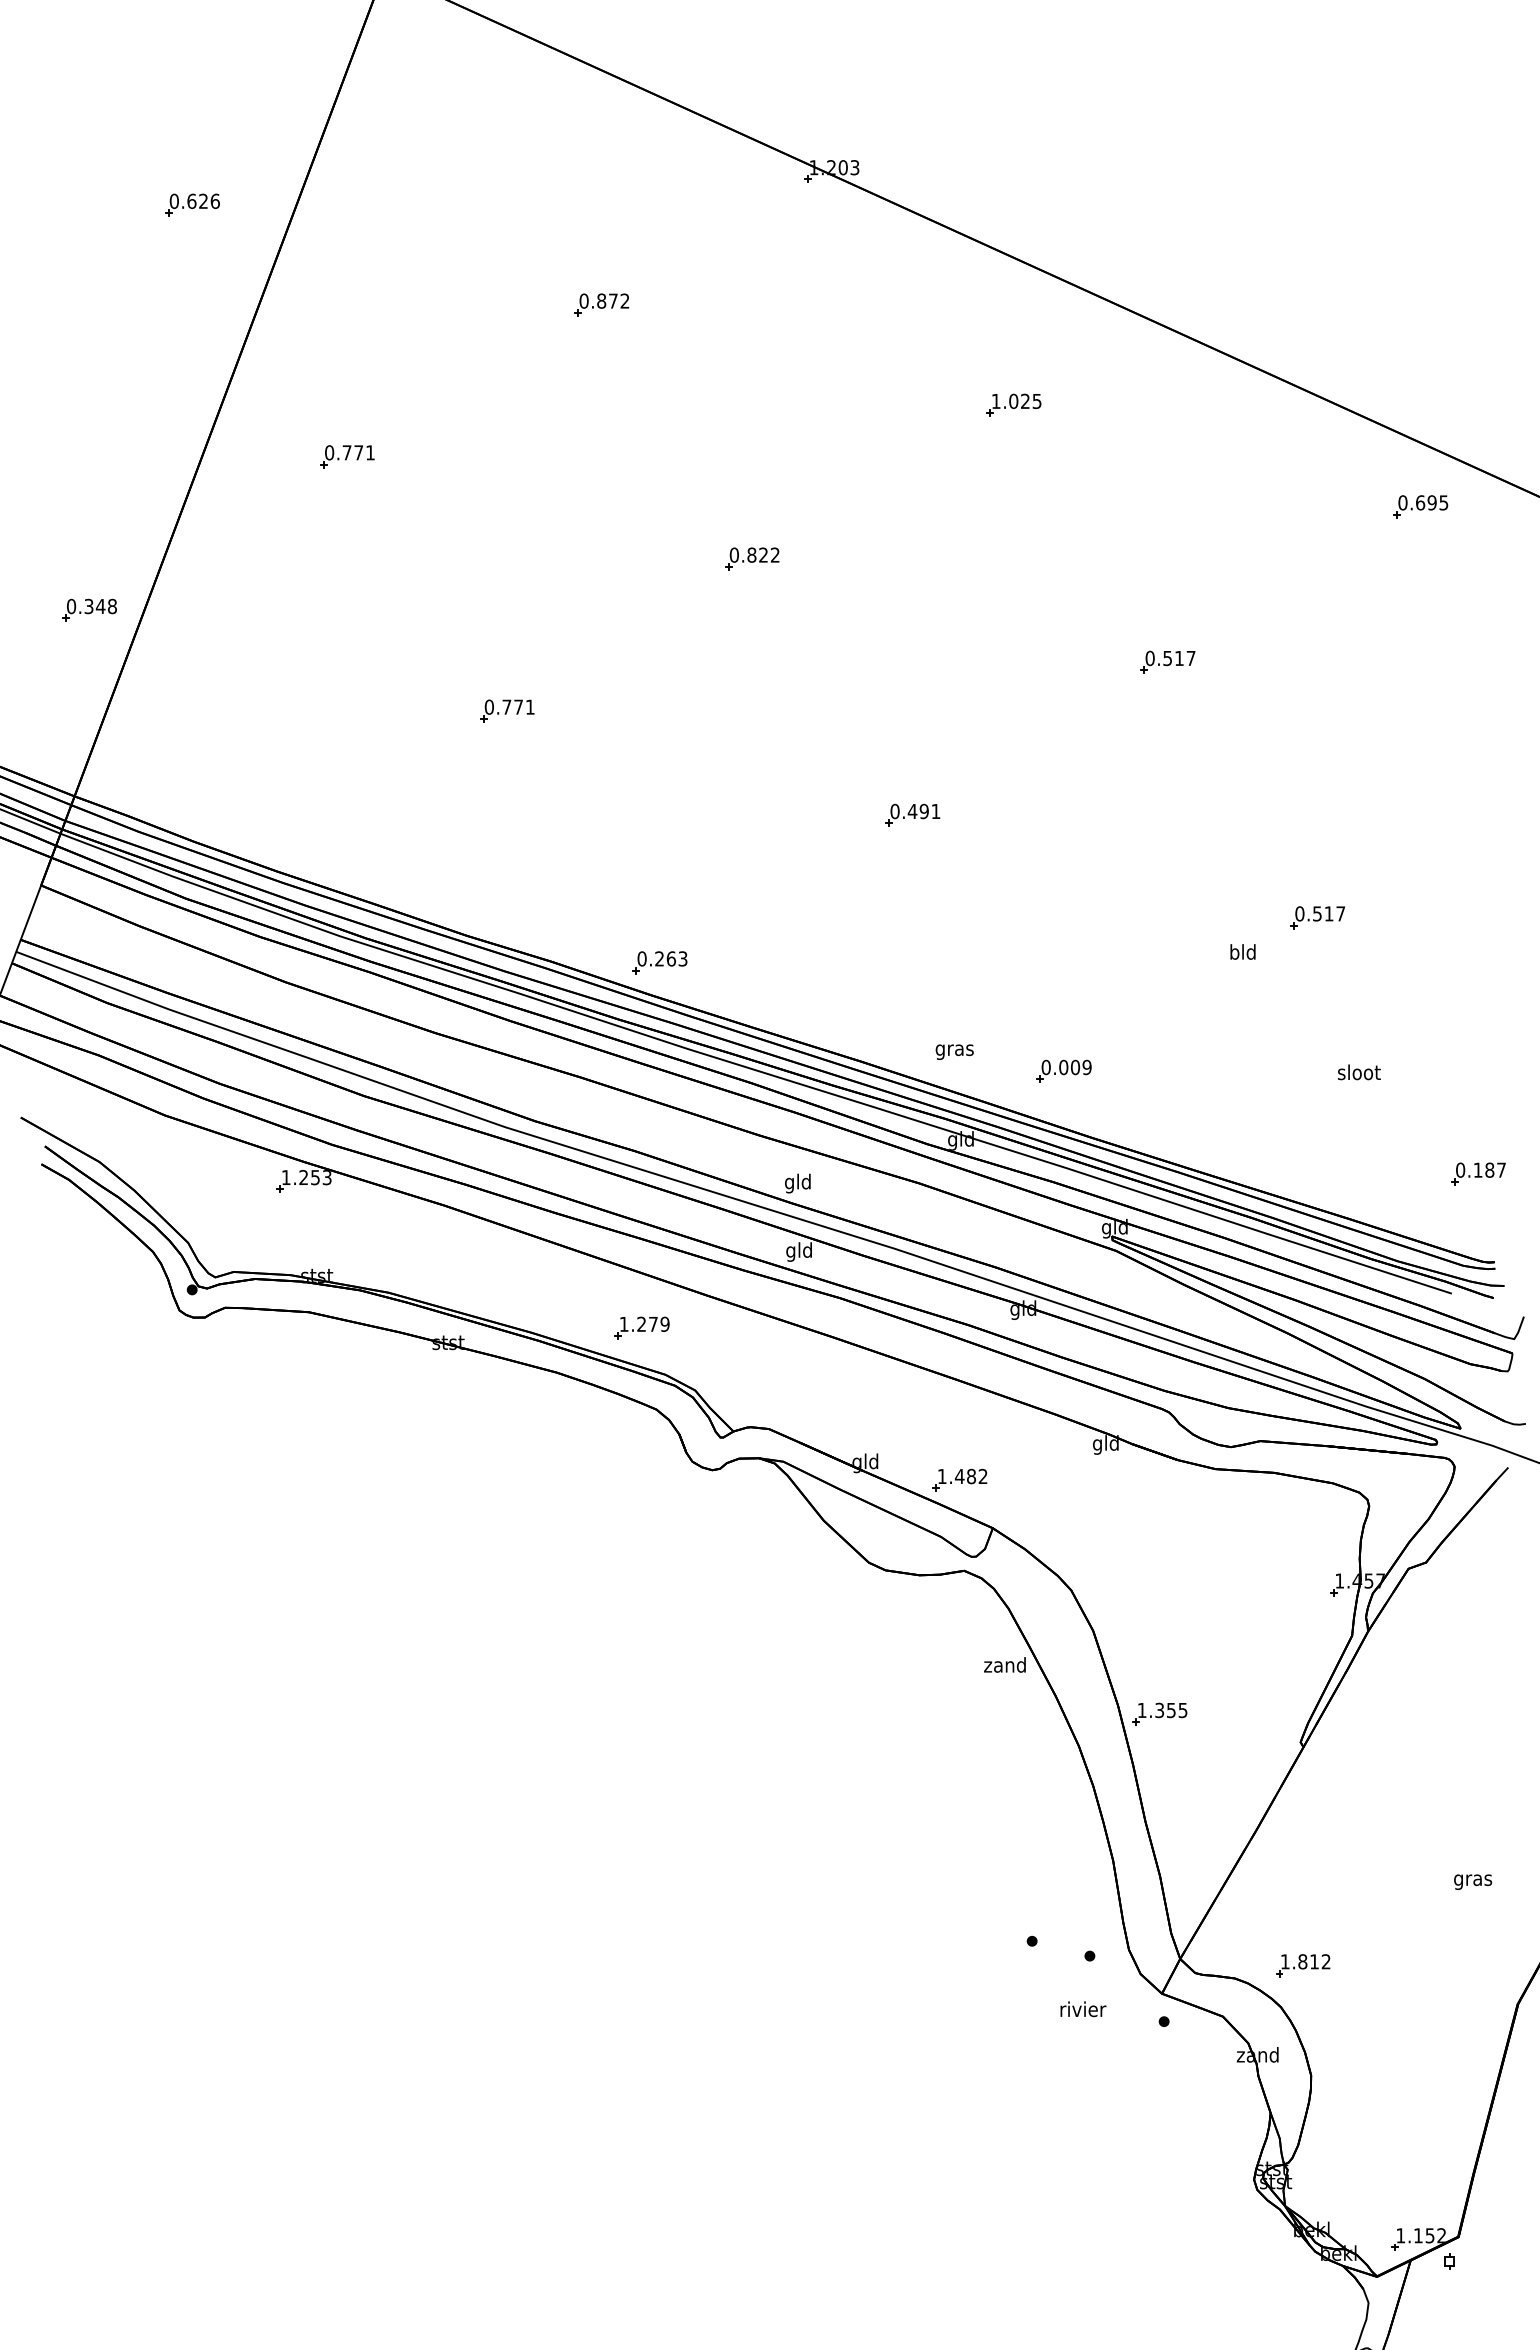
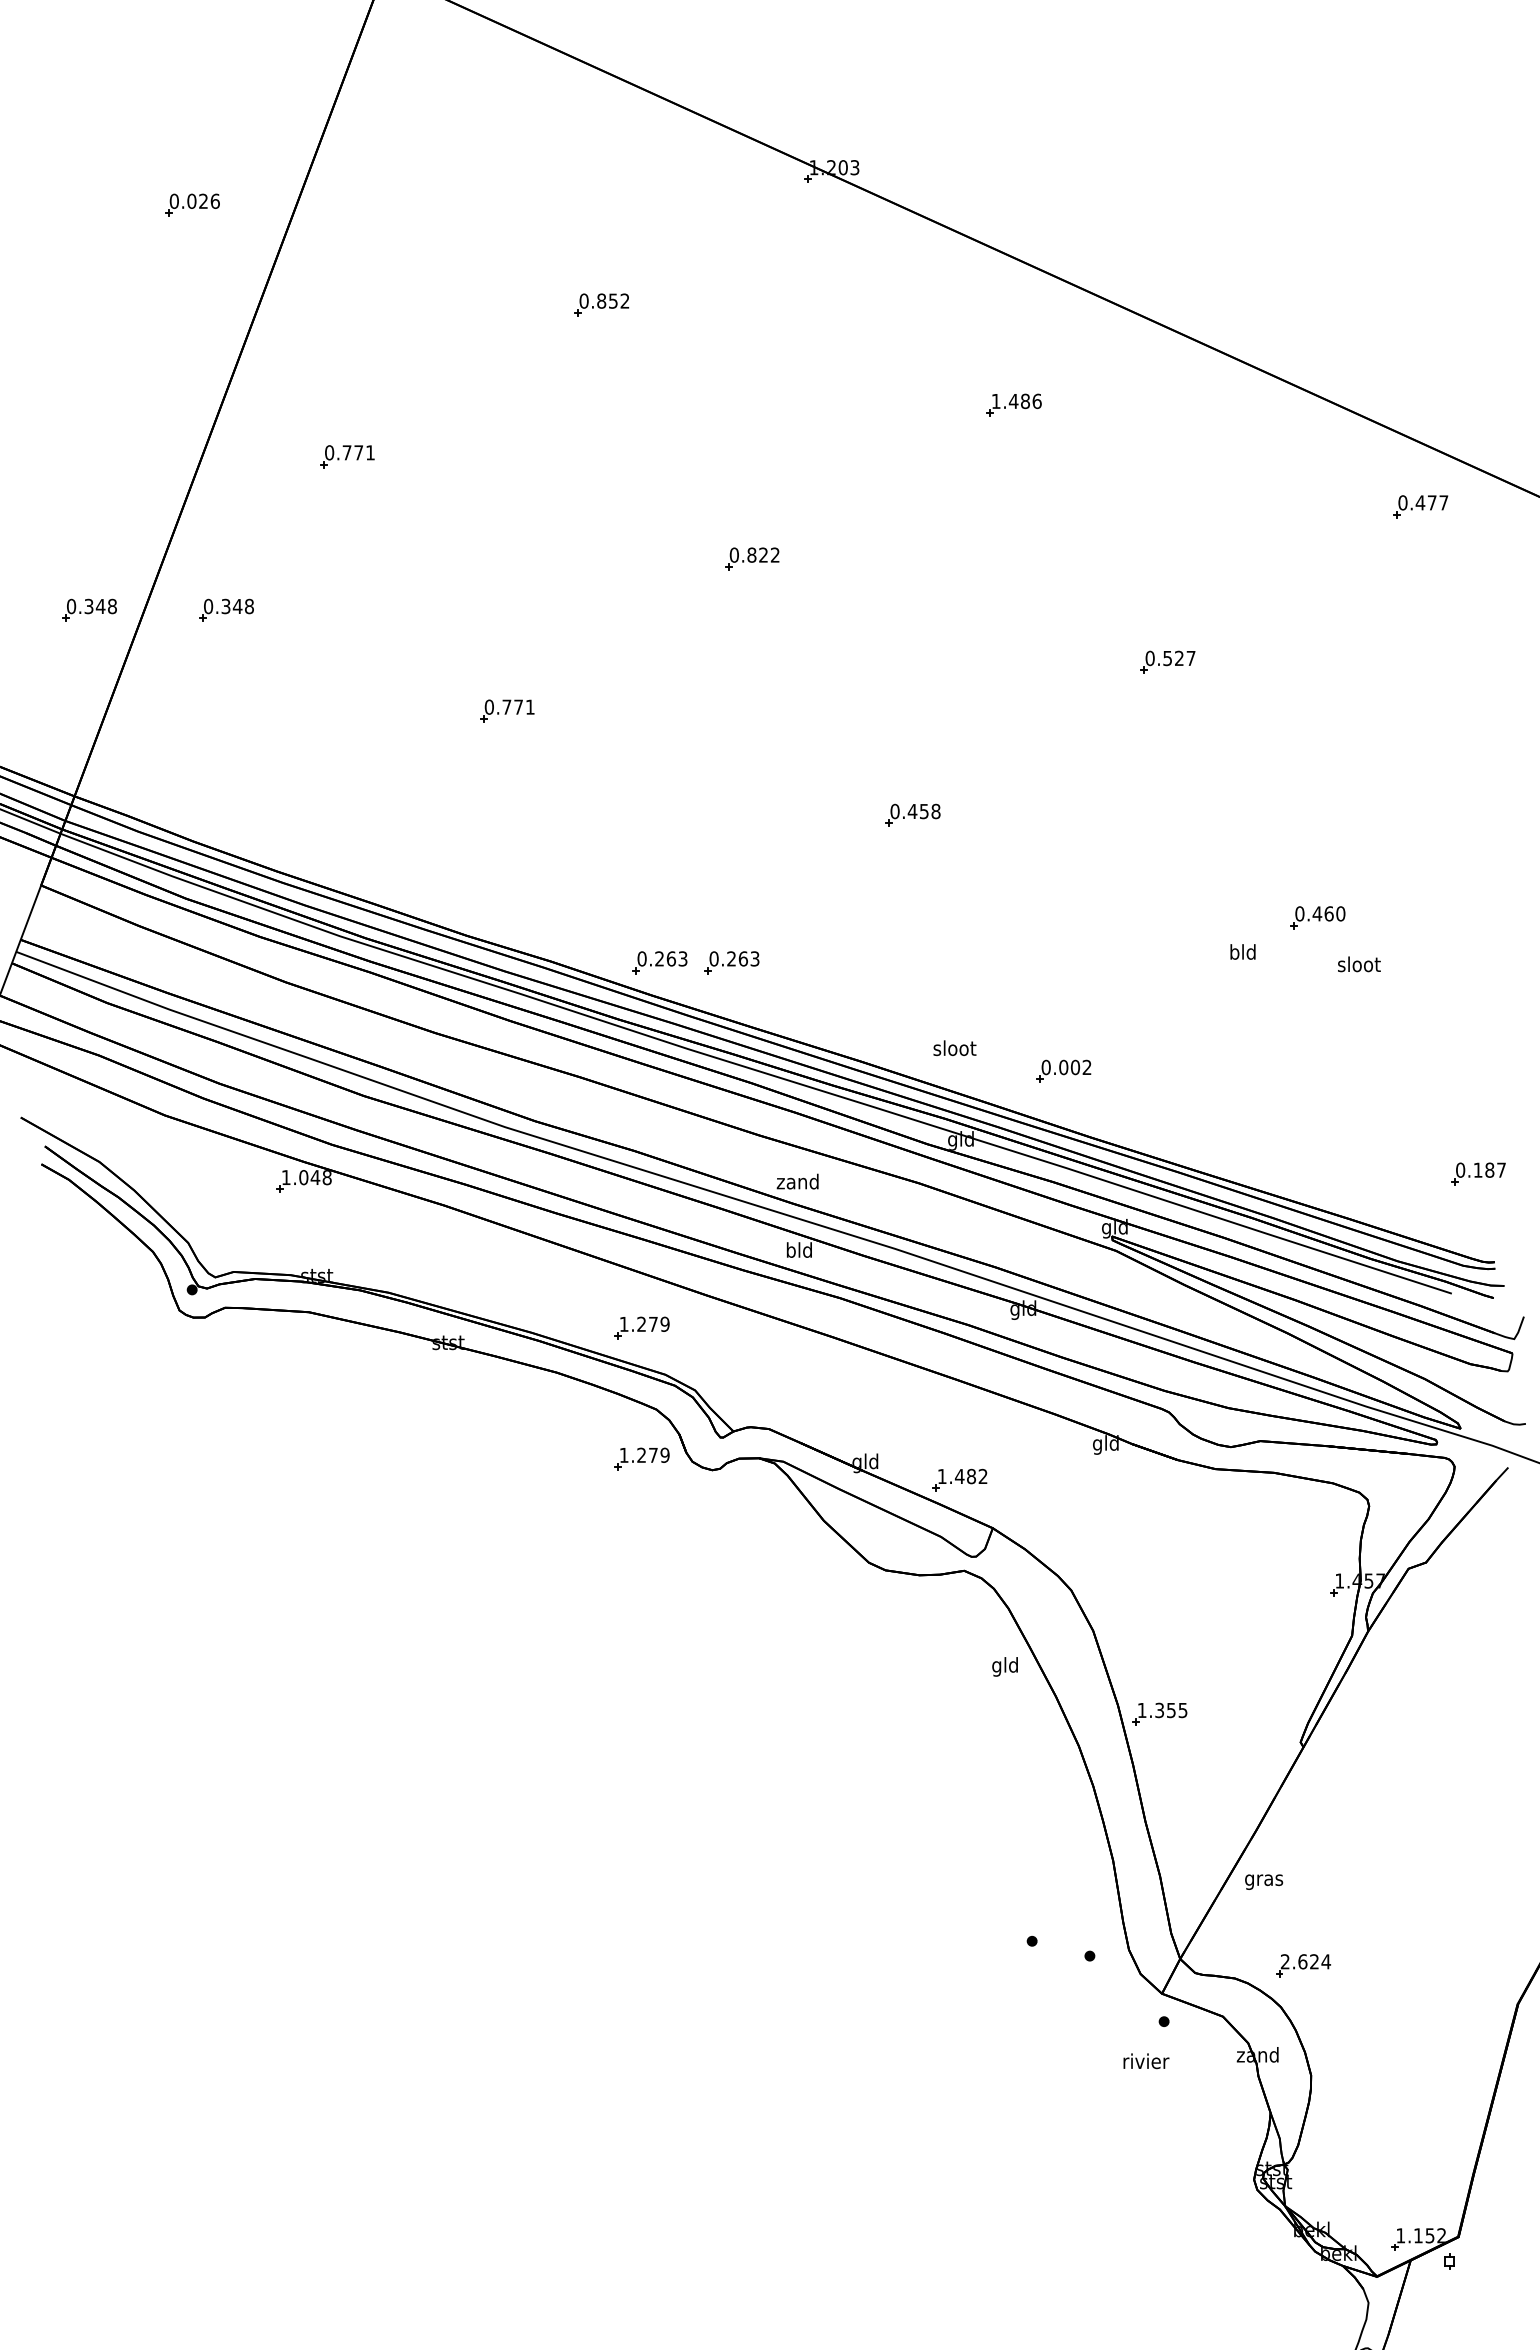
text at (191, 200): 0.626 -> 0.026
text at (613, 300): 0.872 -> 0.852
text at (1024, 401): 1.025 -> 1.486
text at (1431, 502): 0.695 -> 0.477
part at (226, 609): none -> present
text at (1179, 657): 0.517 -> 0.527
text at (929, 811): 0.491 -> 0.458
text at (1328, 913): 0.517 -> 0.460
part at (731, 962): none -> present
text at (954, 1049): gras -> sloot
text at (1086, 1067): 0.009 -> 0.002
text at (1359, 1072) position: (1359, 1072) -> (1359, 964)
text at (315, 1177): 1.253 -> 1.048
text at (797, 1183): gld -> zand
text at (790, 1251): gld -> bld
part at (641, 1458): none -> present
text at (1004, 1666): zand -> gld
text at (1473, 1881) position: (1473, 1881) -> (1264, 1881)
text at (1305, 1961): 1.812 -> 2.624
text at (1083, 2009) position: (1083, 2009) -> (1146, 2061)
